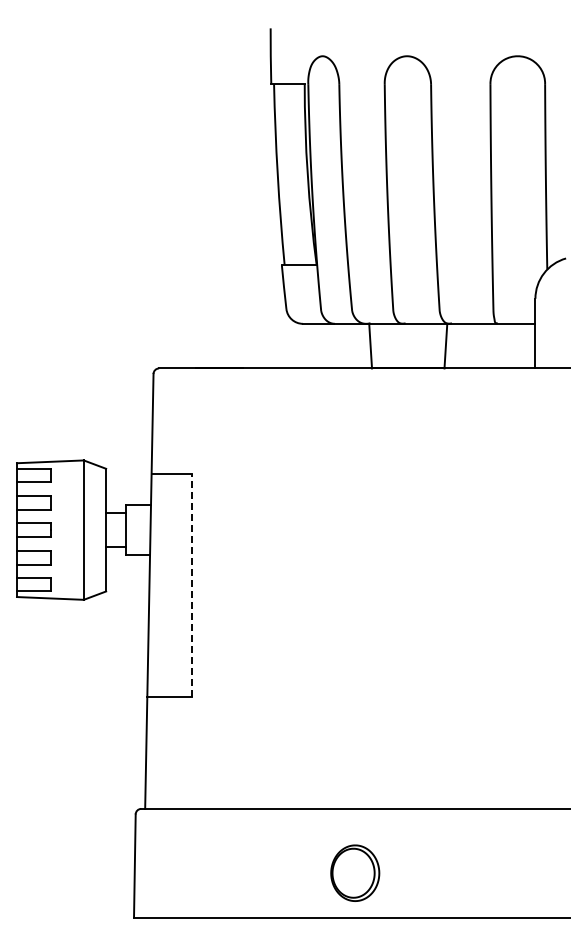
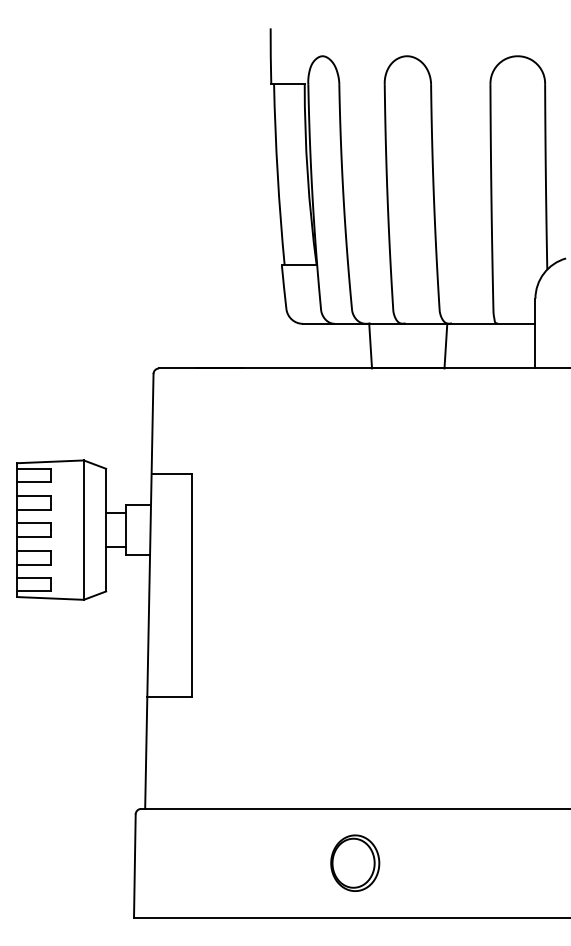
line at (191, 585): dashed -> solid
part at (355, 872) position: (355, 872) -> (355, 862)
